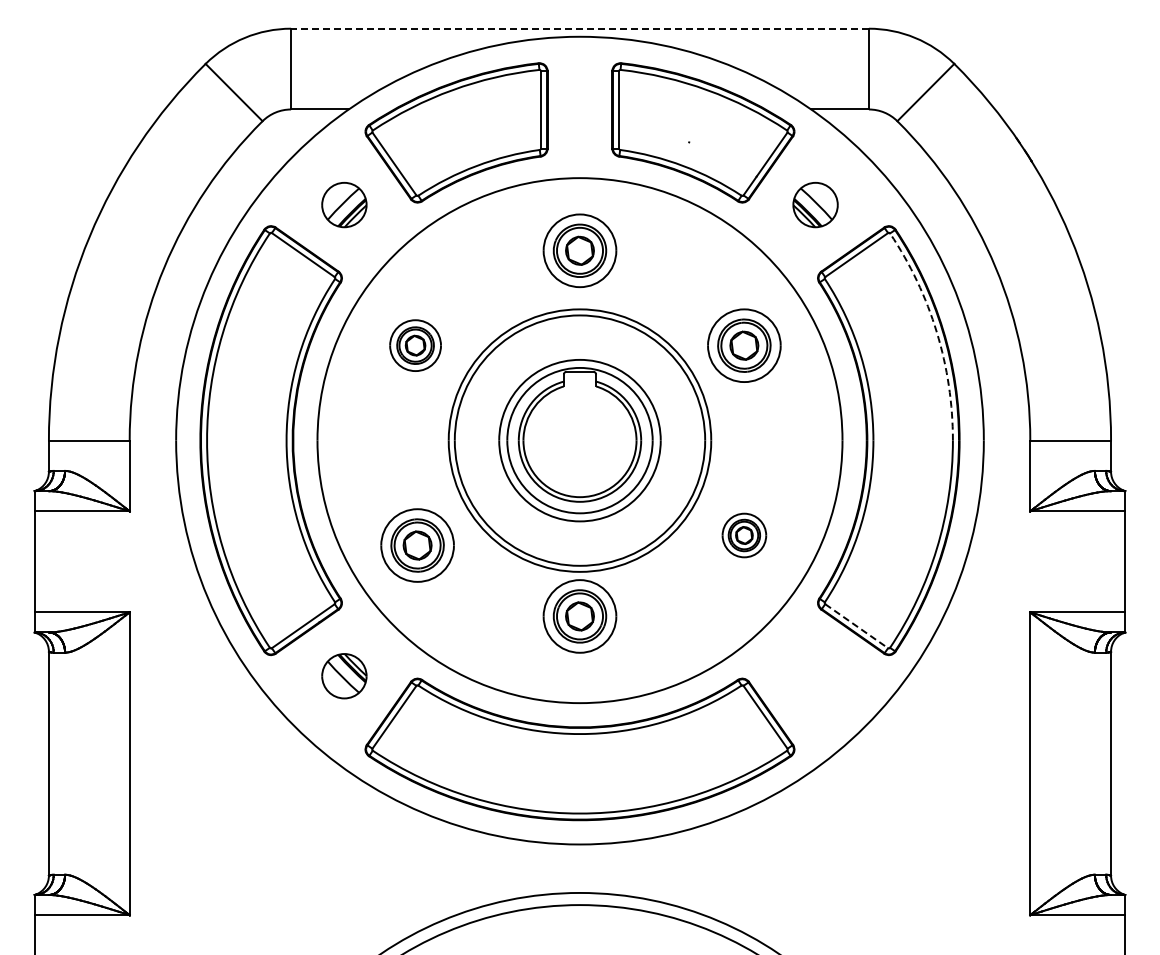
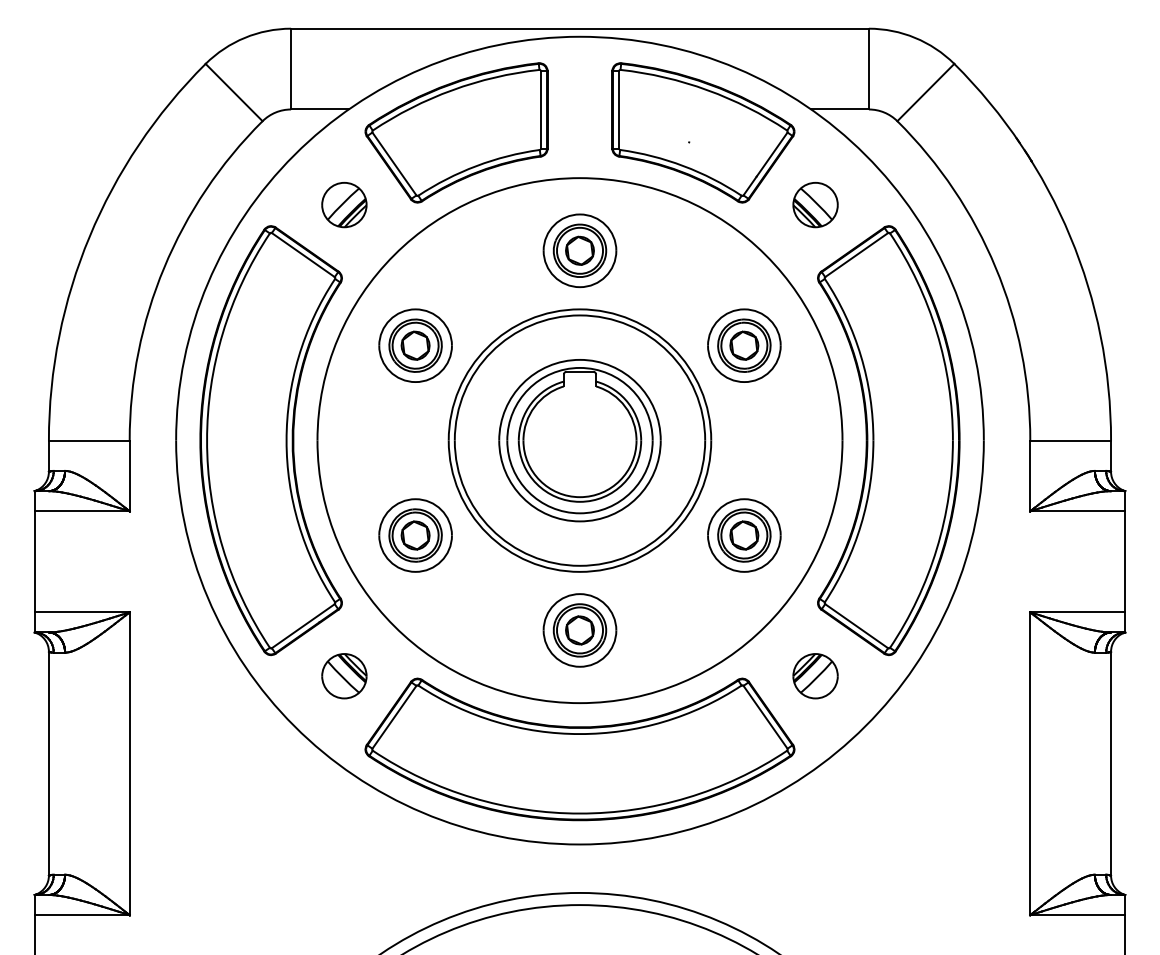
line at (580, 28): dashed -> solid
arc at (936, 332): dashed -> solid
part at (415, 345) size: 53x53 px -> 75x75 px
part at (744, 535) size: 47x47 px -> 75x75 px
part at (417, 545) position: (417, 545) -> (415, 535)
part at (579, 616) position: (579, 616) -> (579, 630)
line at (857, 626): dashed -> solid
part at (815, 676): none -> present
